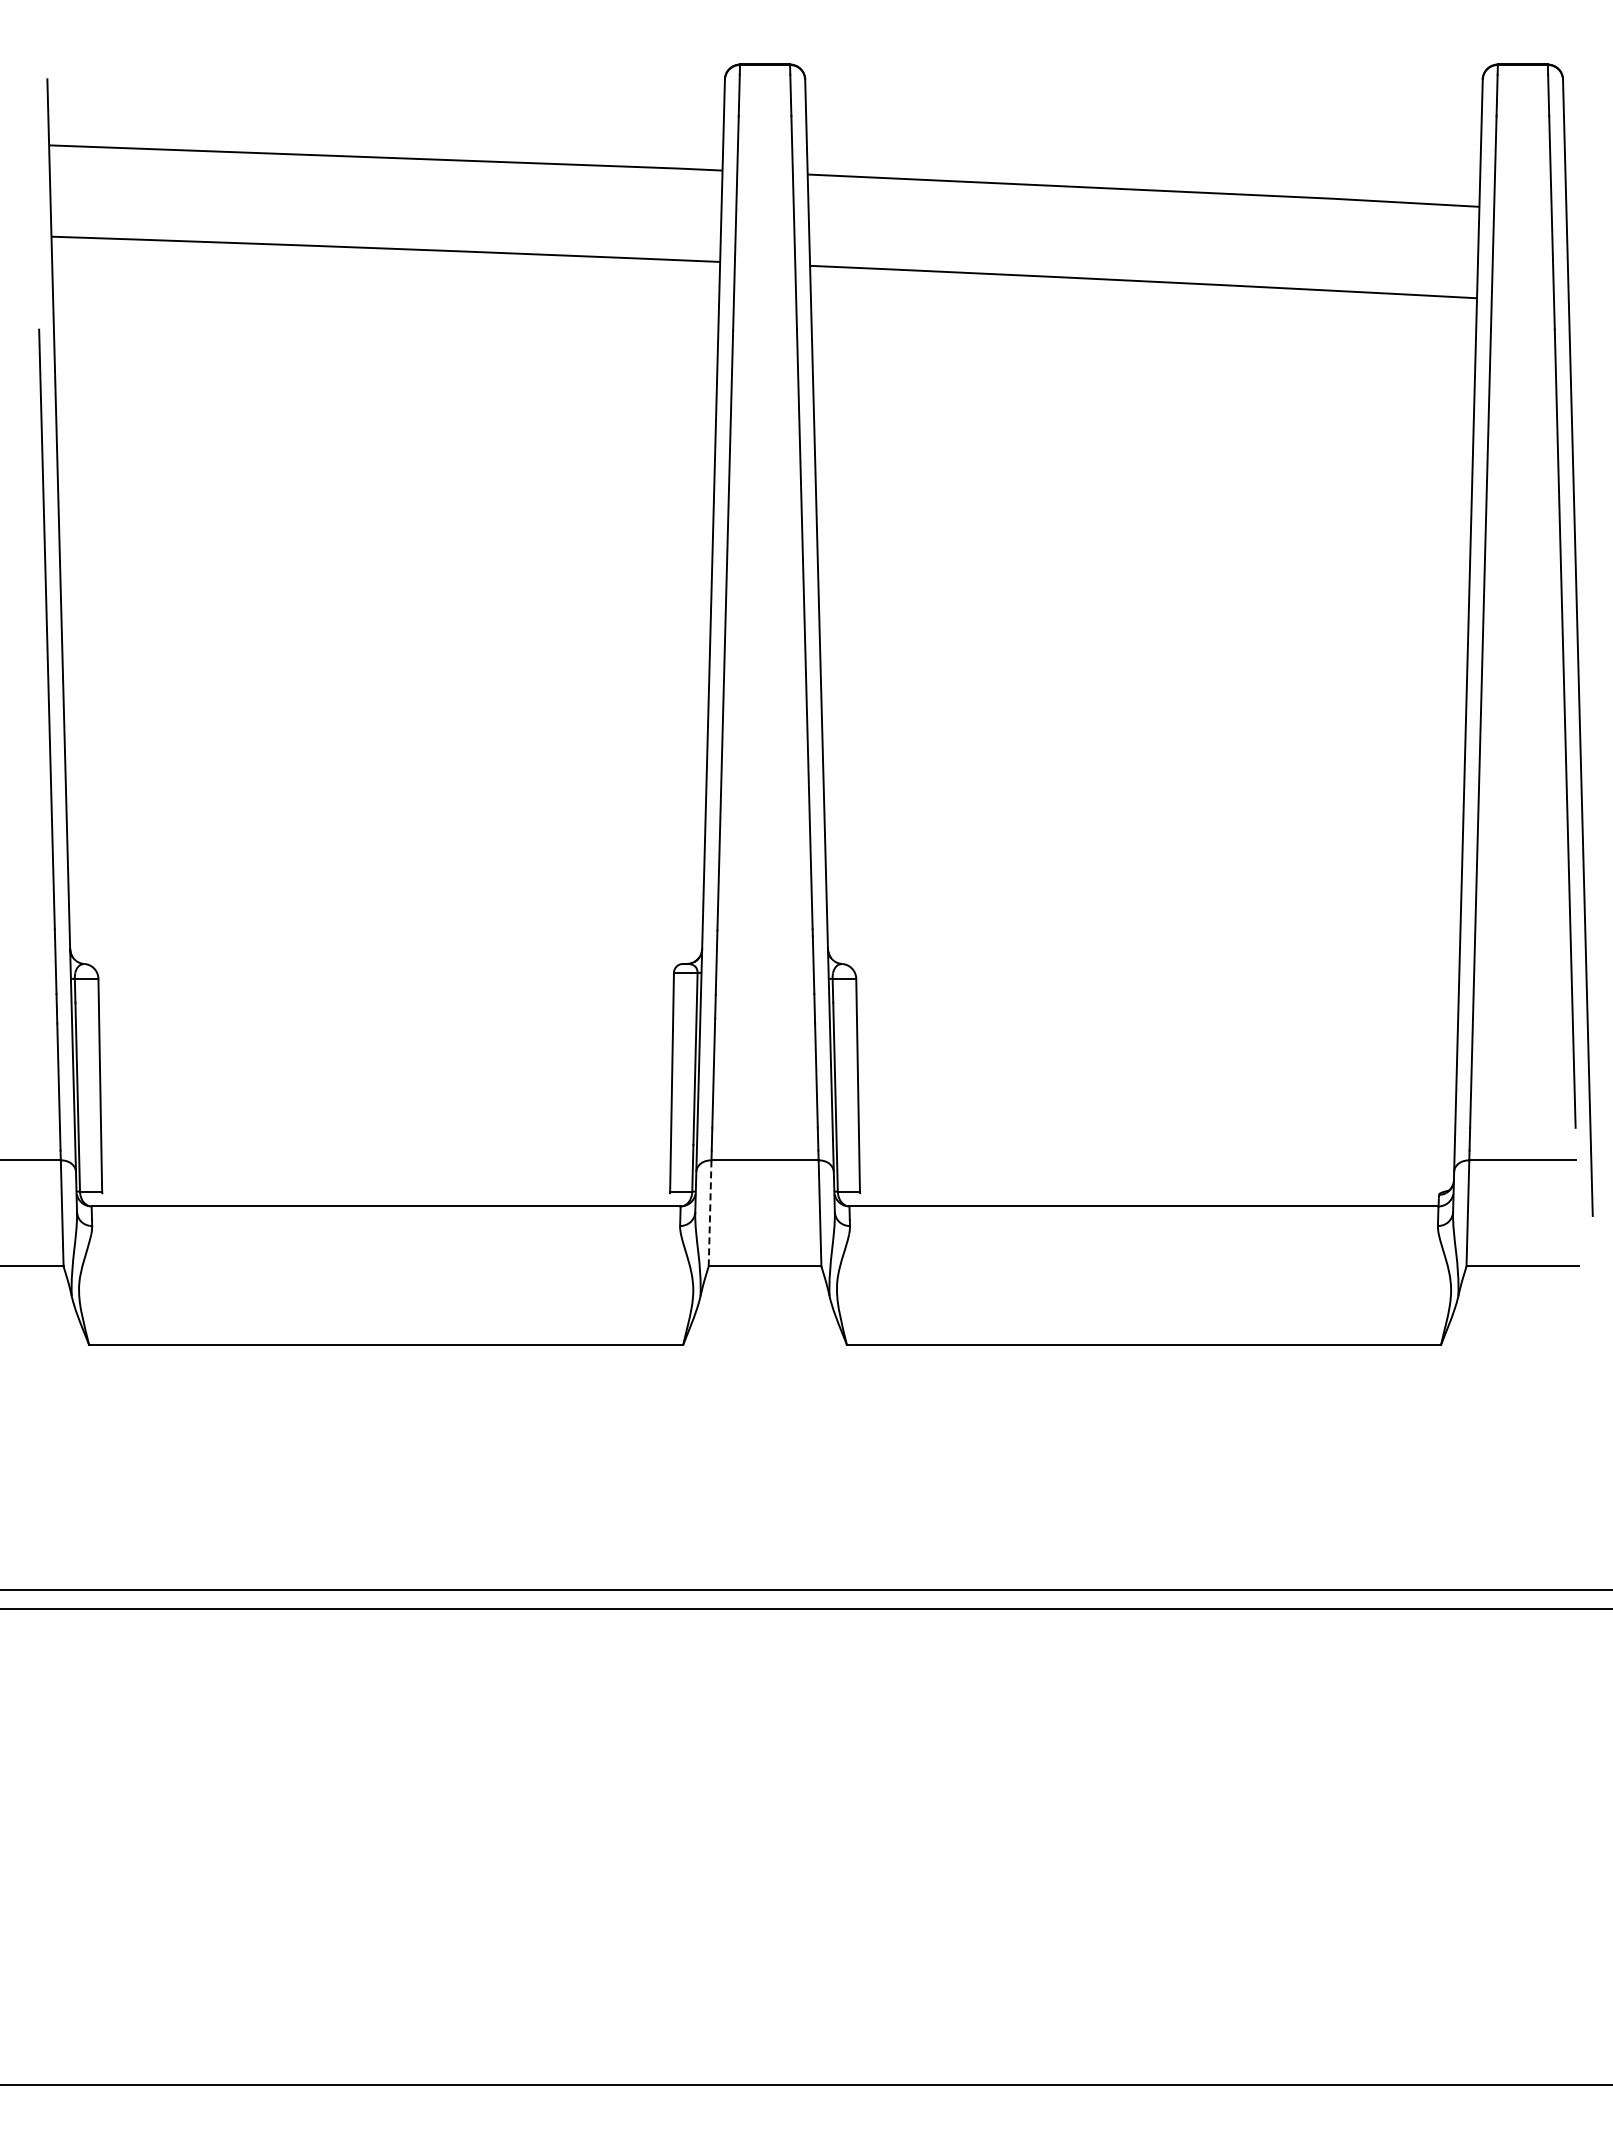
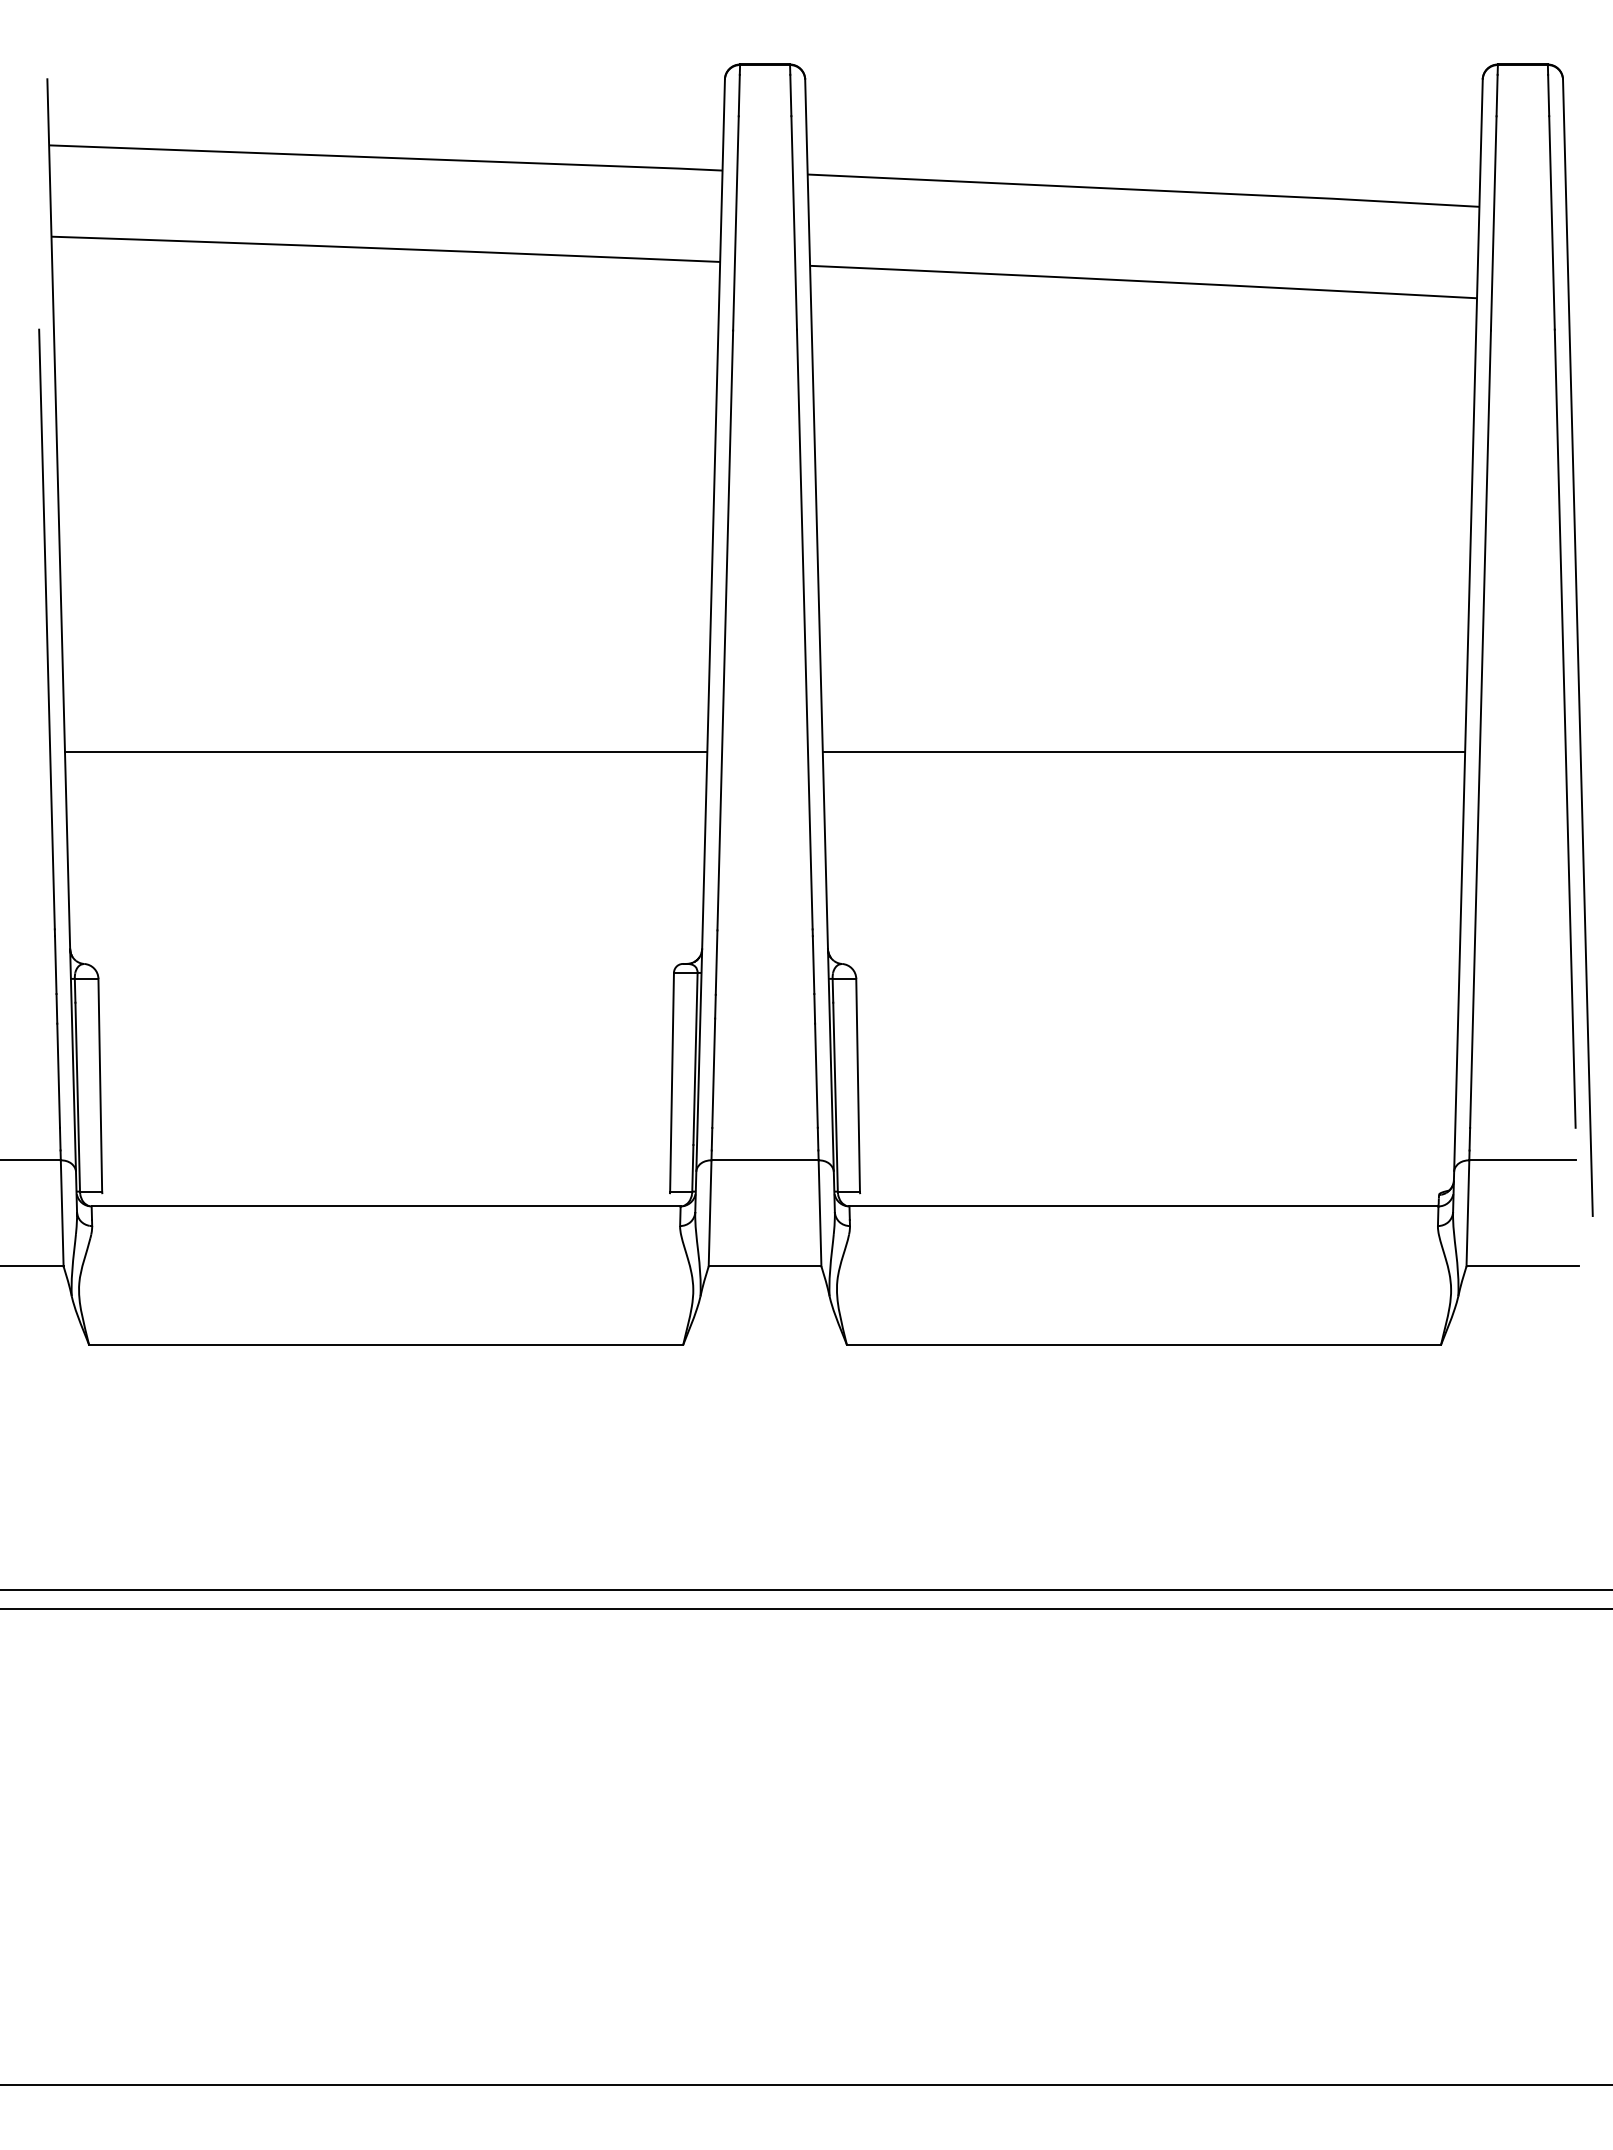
line at (385, 751): none -> present
line at (1143, 751): none -> present
line at (710, 1212): dashed -> solid
